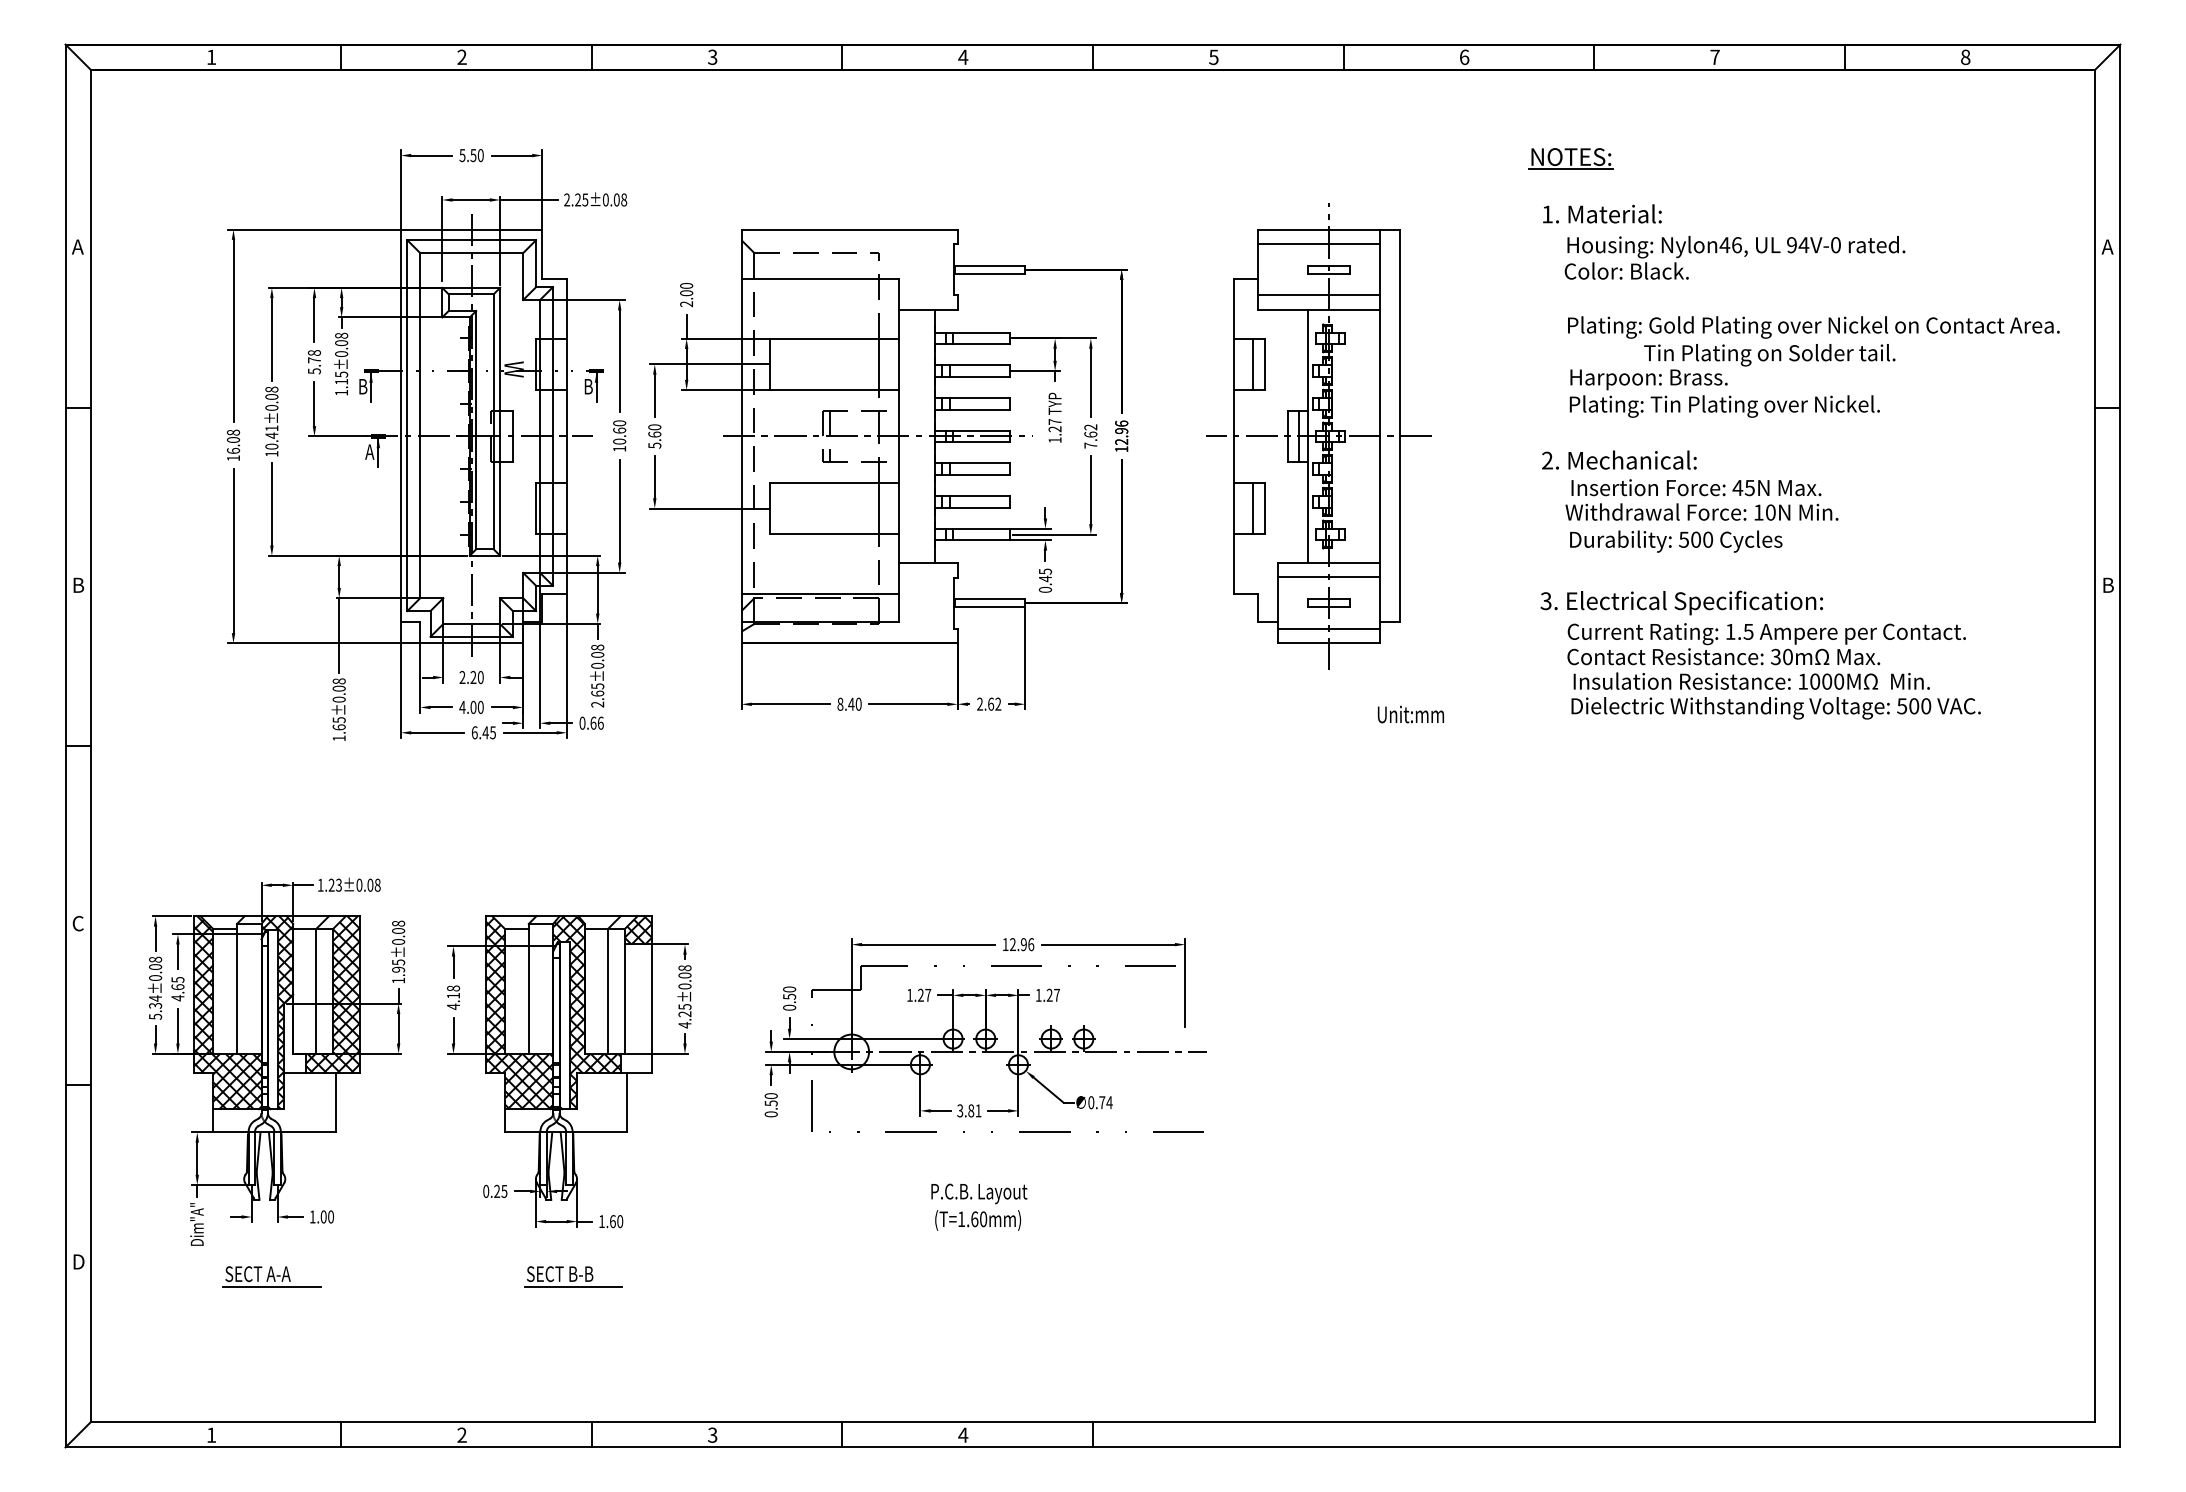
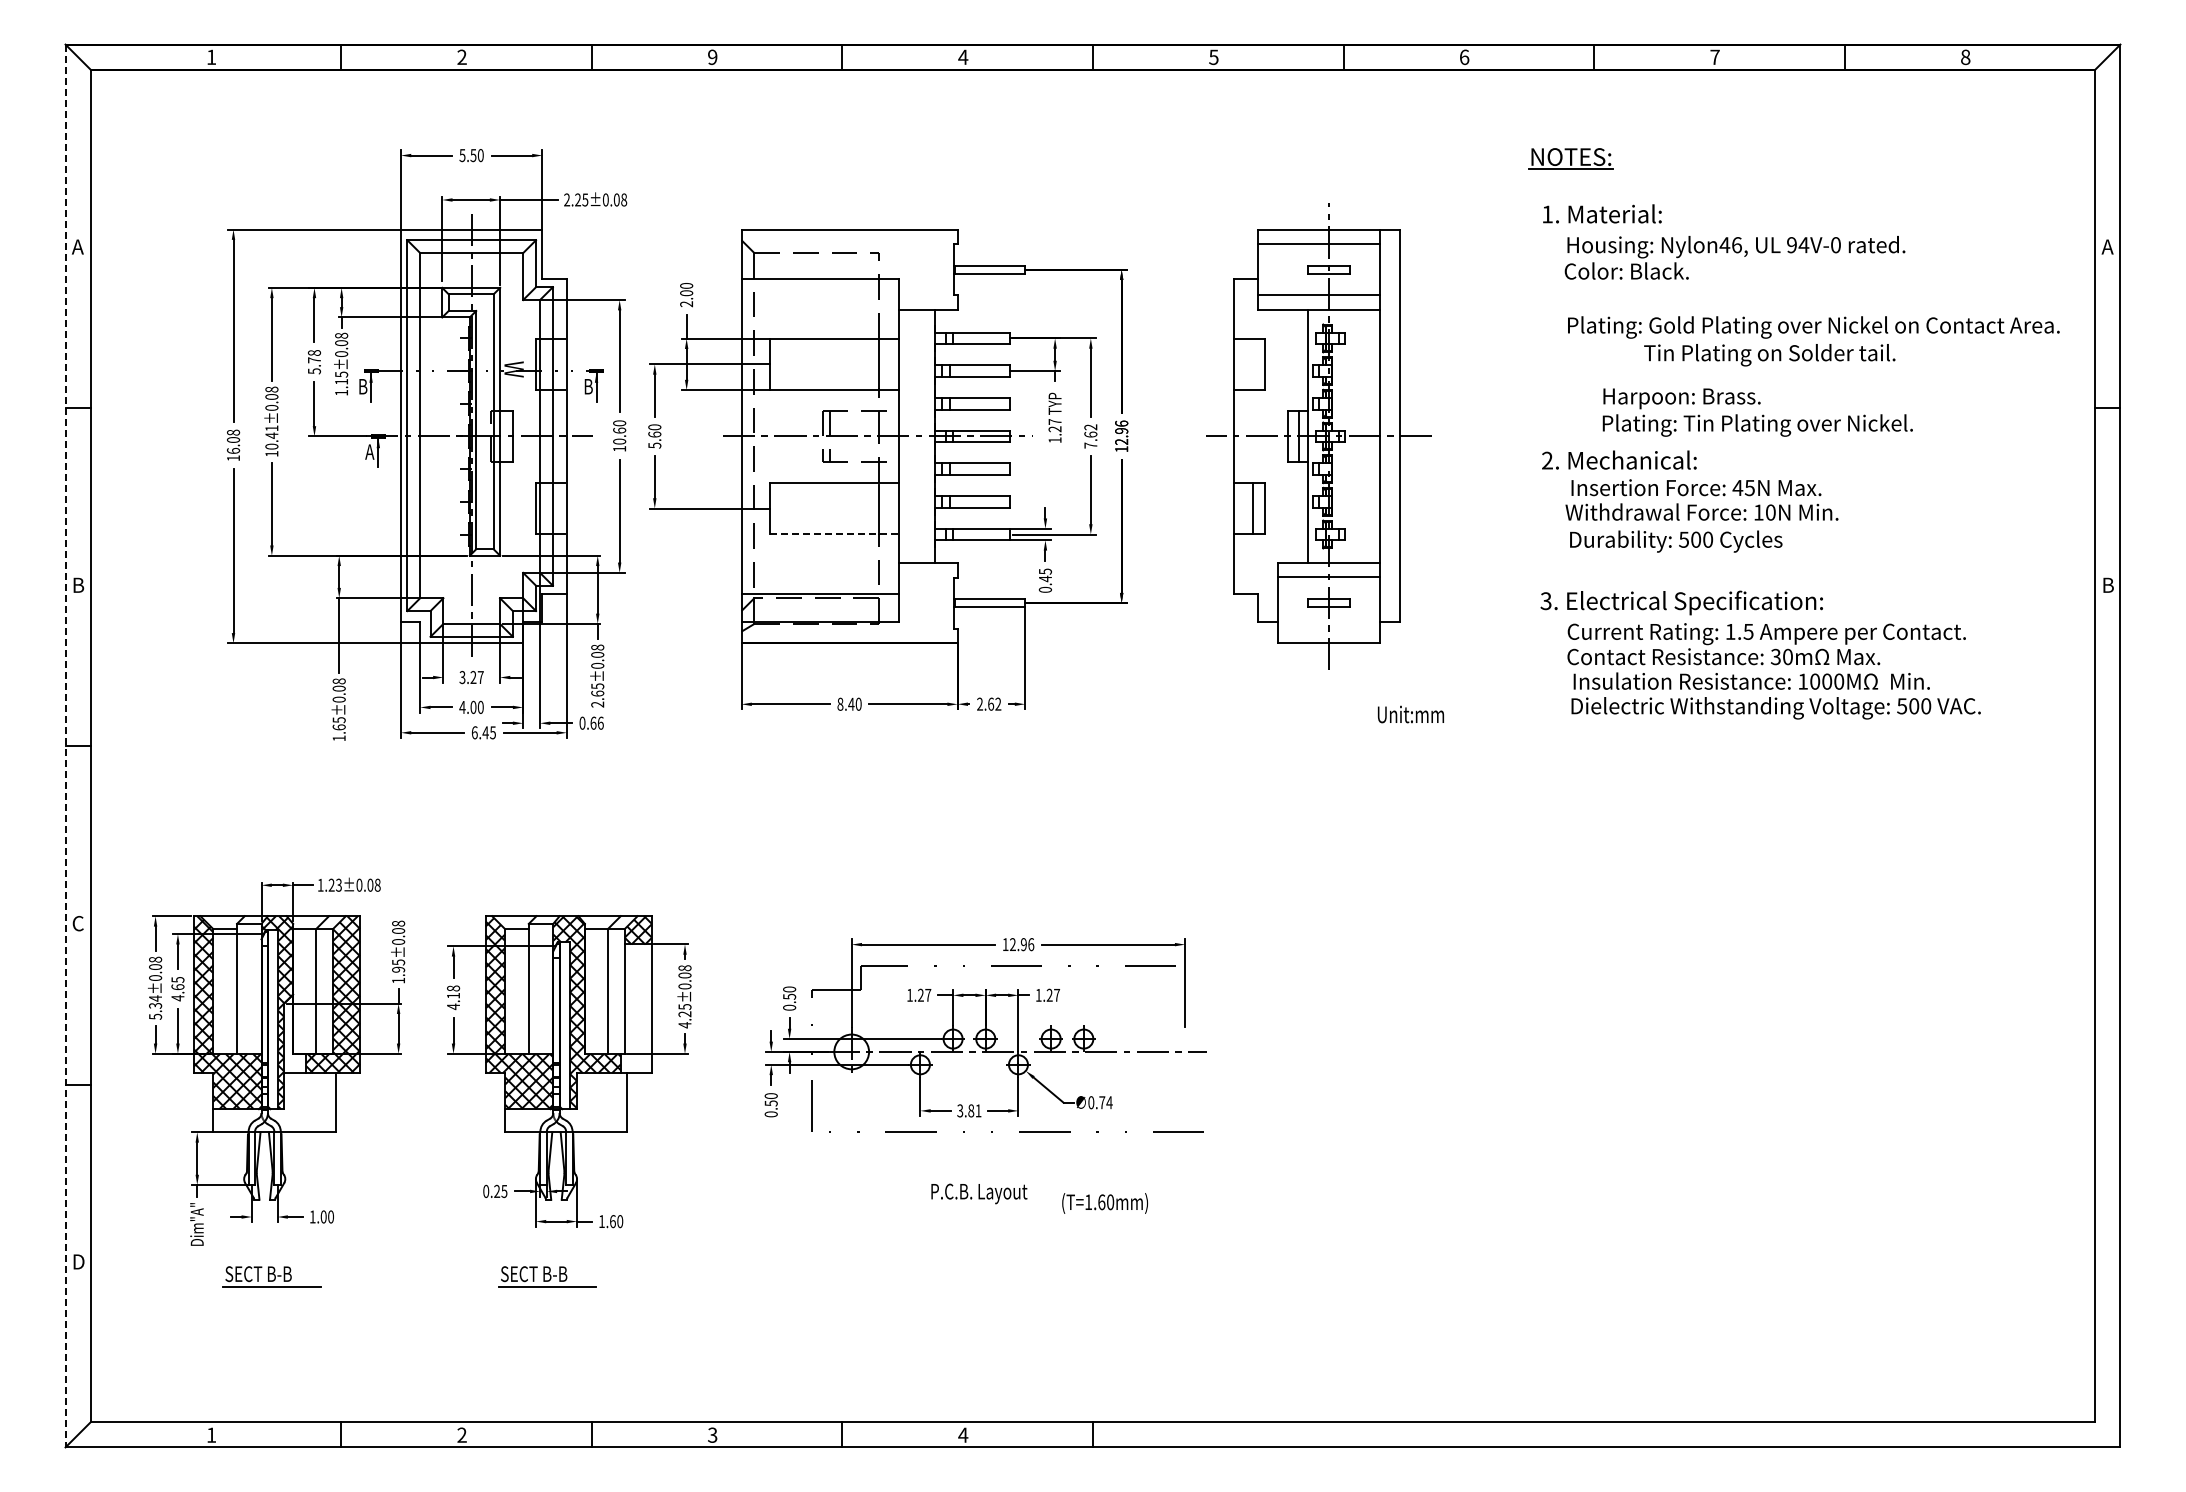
text at (712, 57): 3 -> 9
line at (1253, 364): present -> none
text at (1724, 393) position: (1724, 393) -> (1757, 412)
line at (834, 534): solid -> dashed
line at (1328, 628): present -> none
text at (471, 677): 2.20 -> 3.27
line at (65, 746): solid -> dashed
text at (977, 1220) position: (977, 1220) -> (1104, 1203)
text at (278, 1273): SECT A-A -> SECT B-B
part at (573, 1276) position: (573, 1276) -> (547, 1276)
